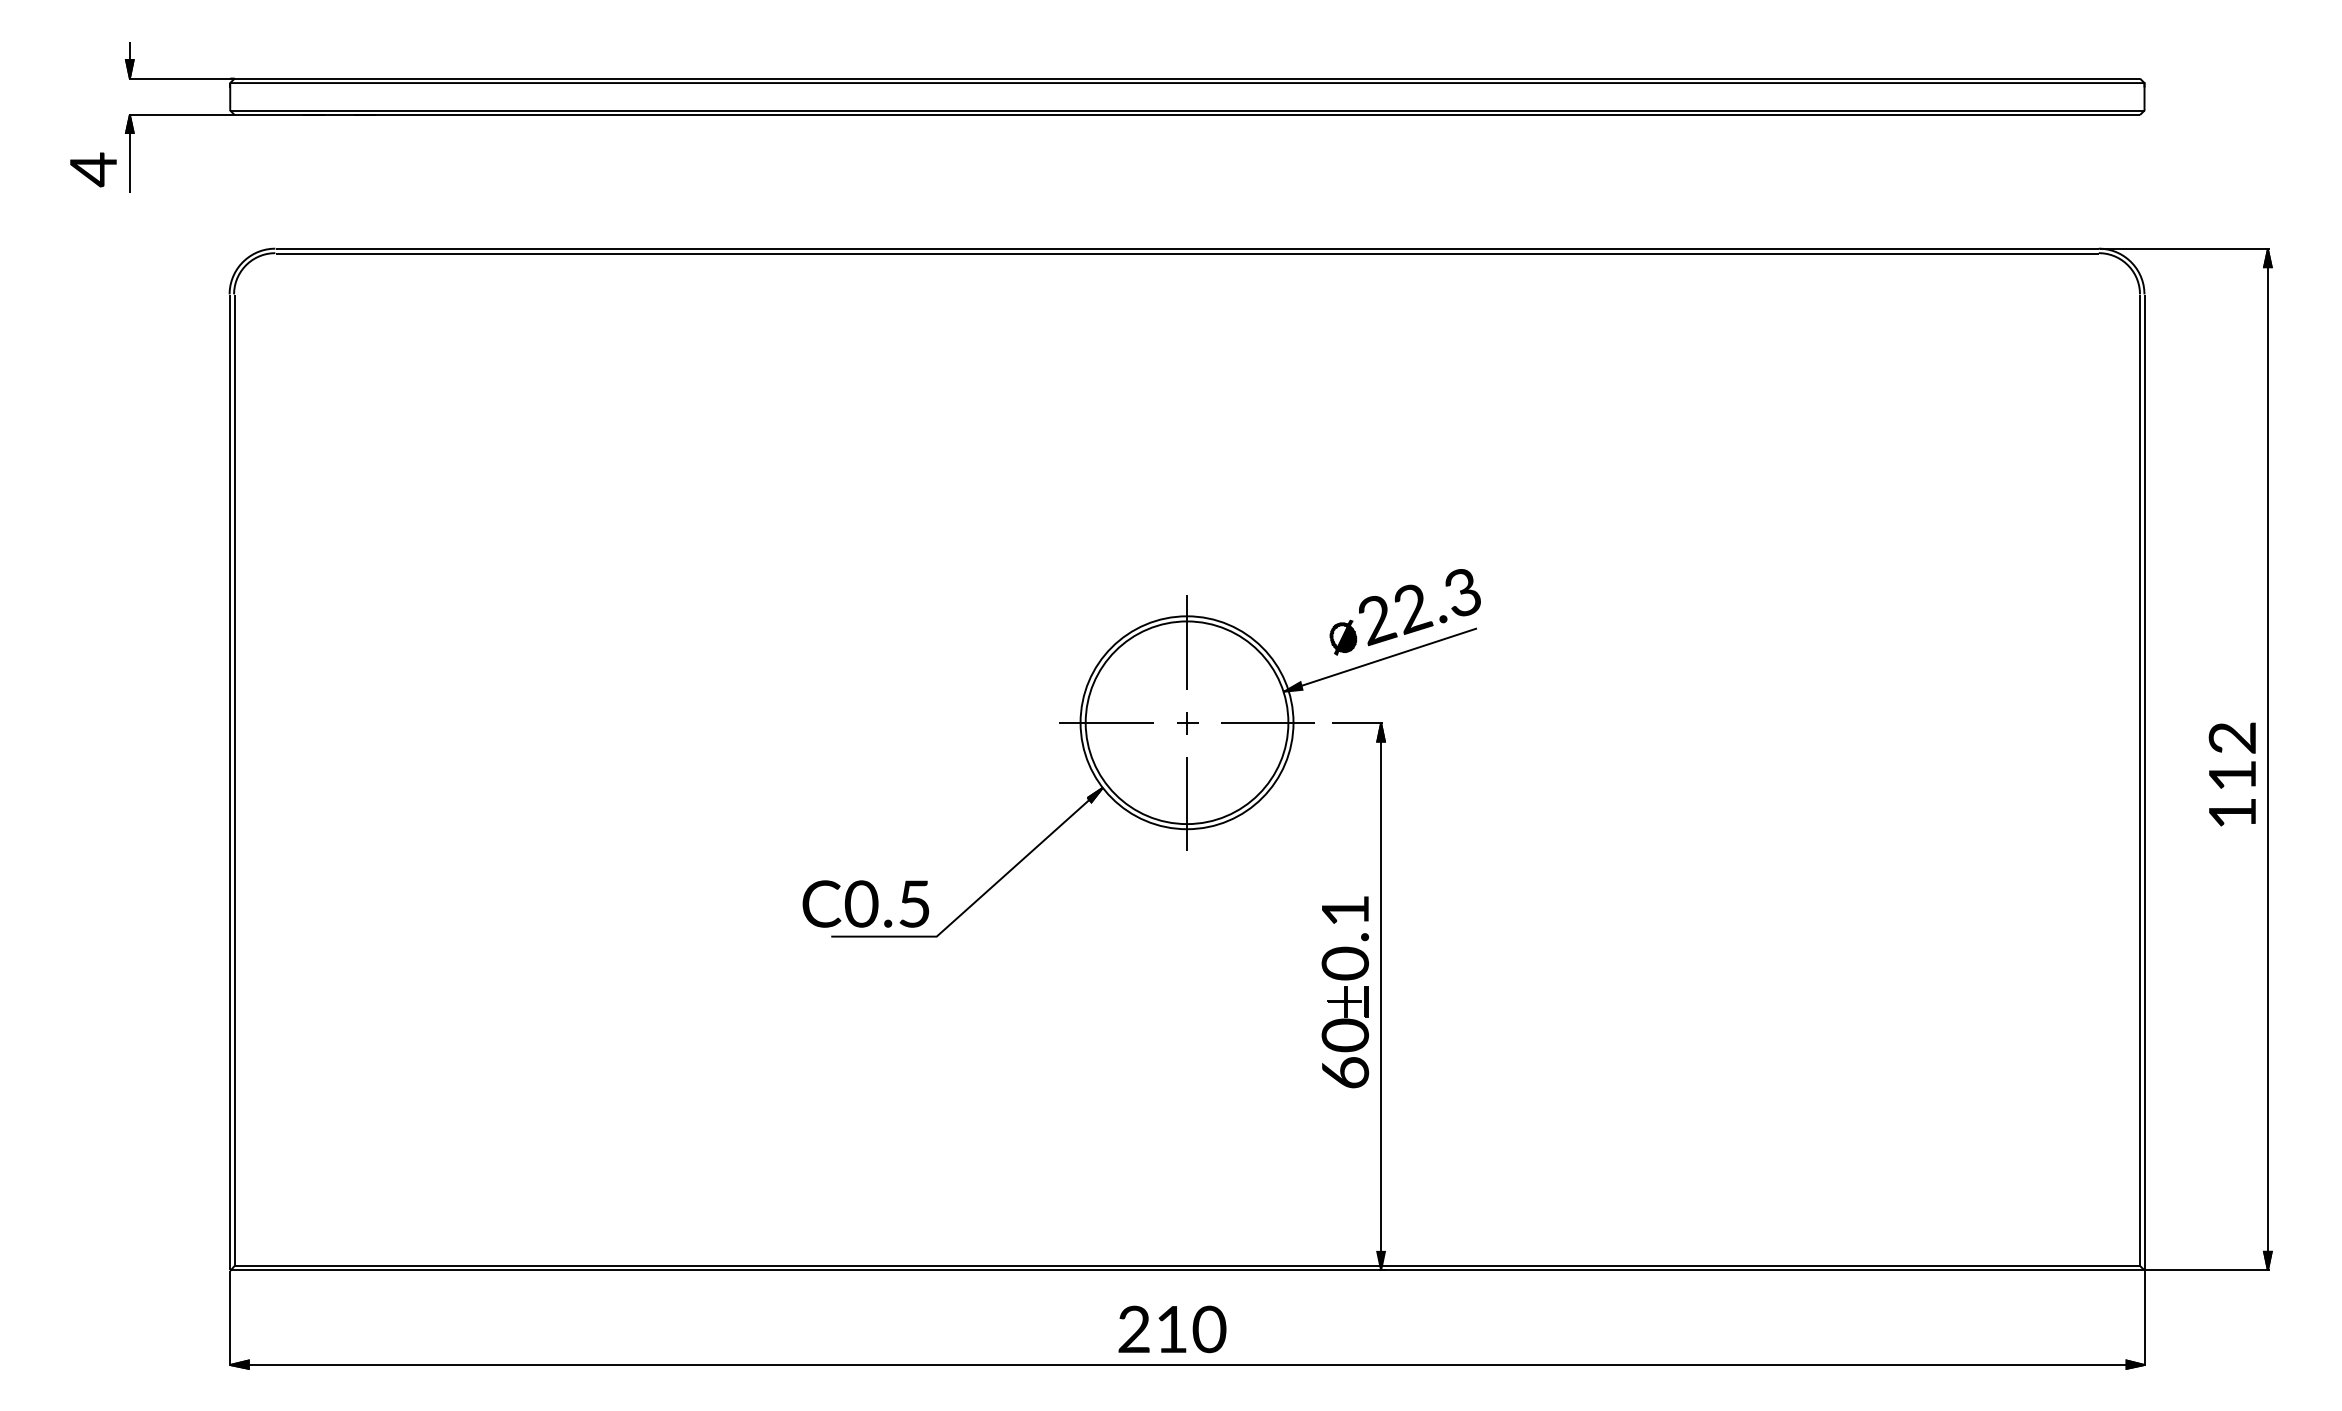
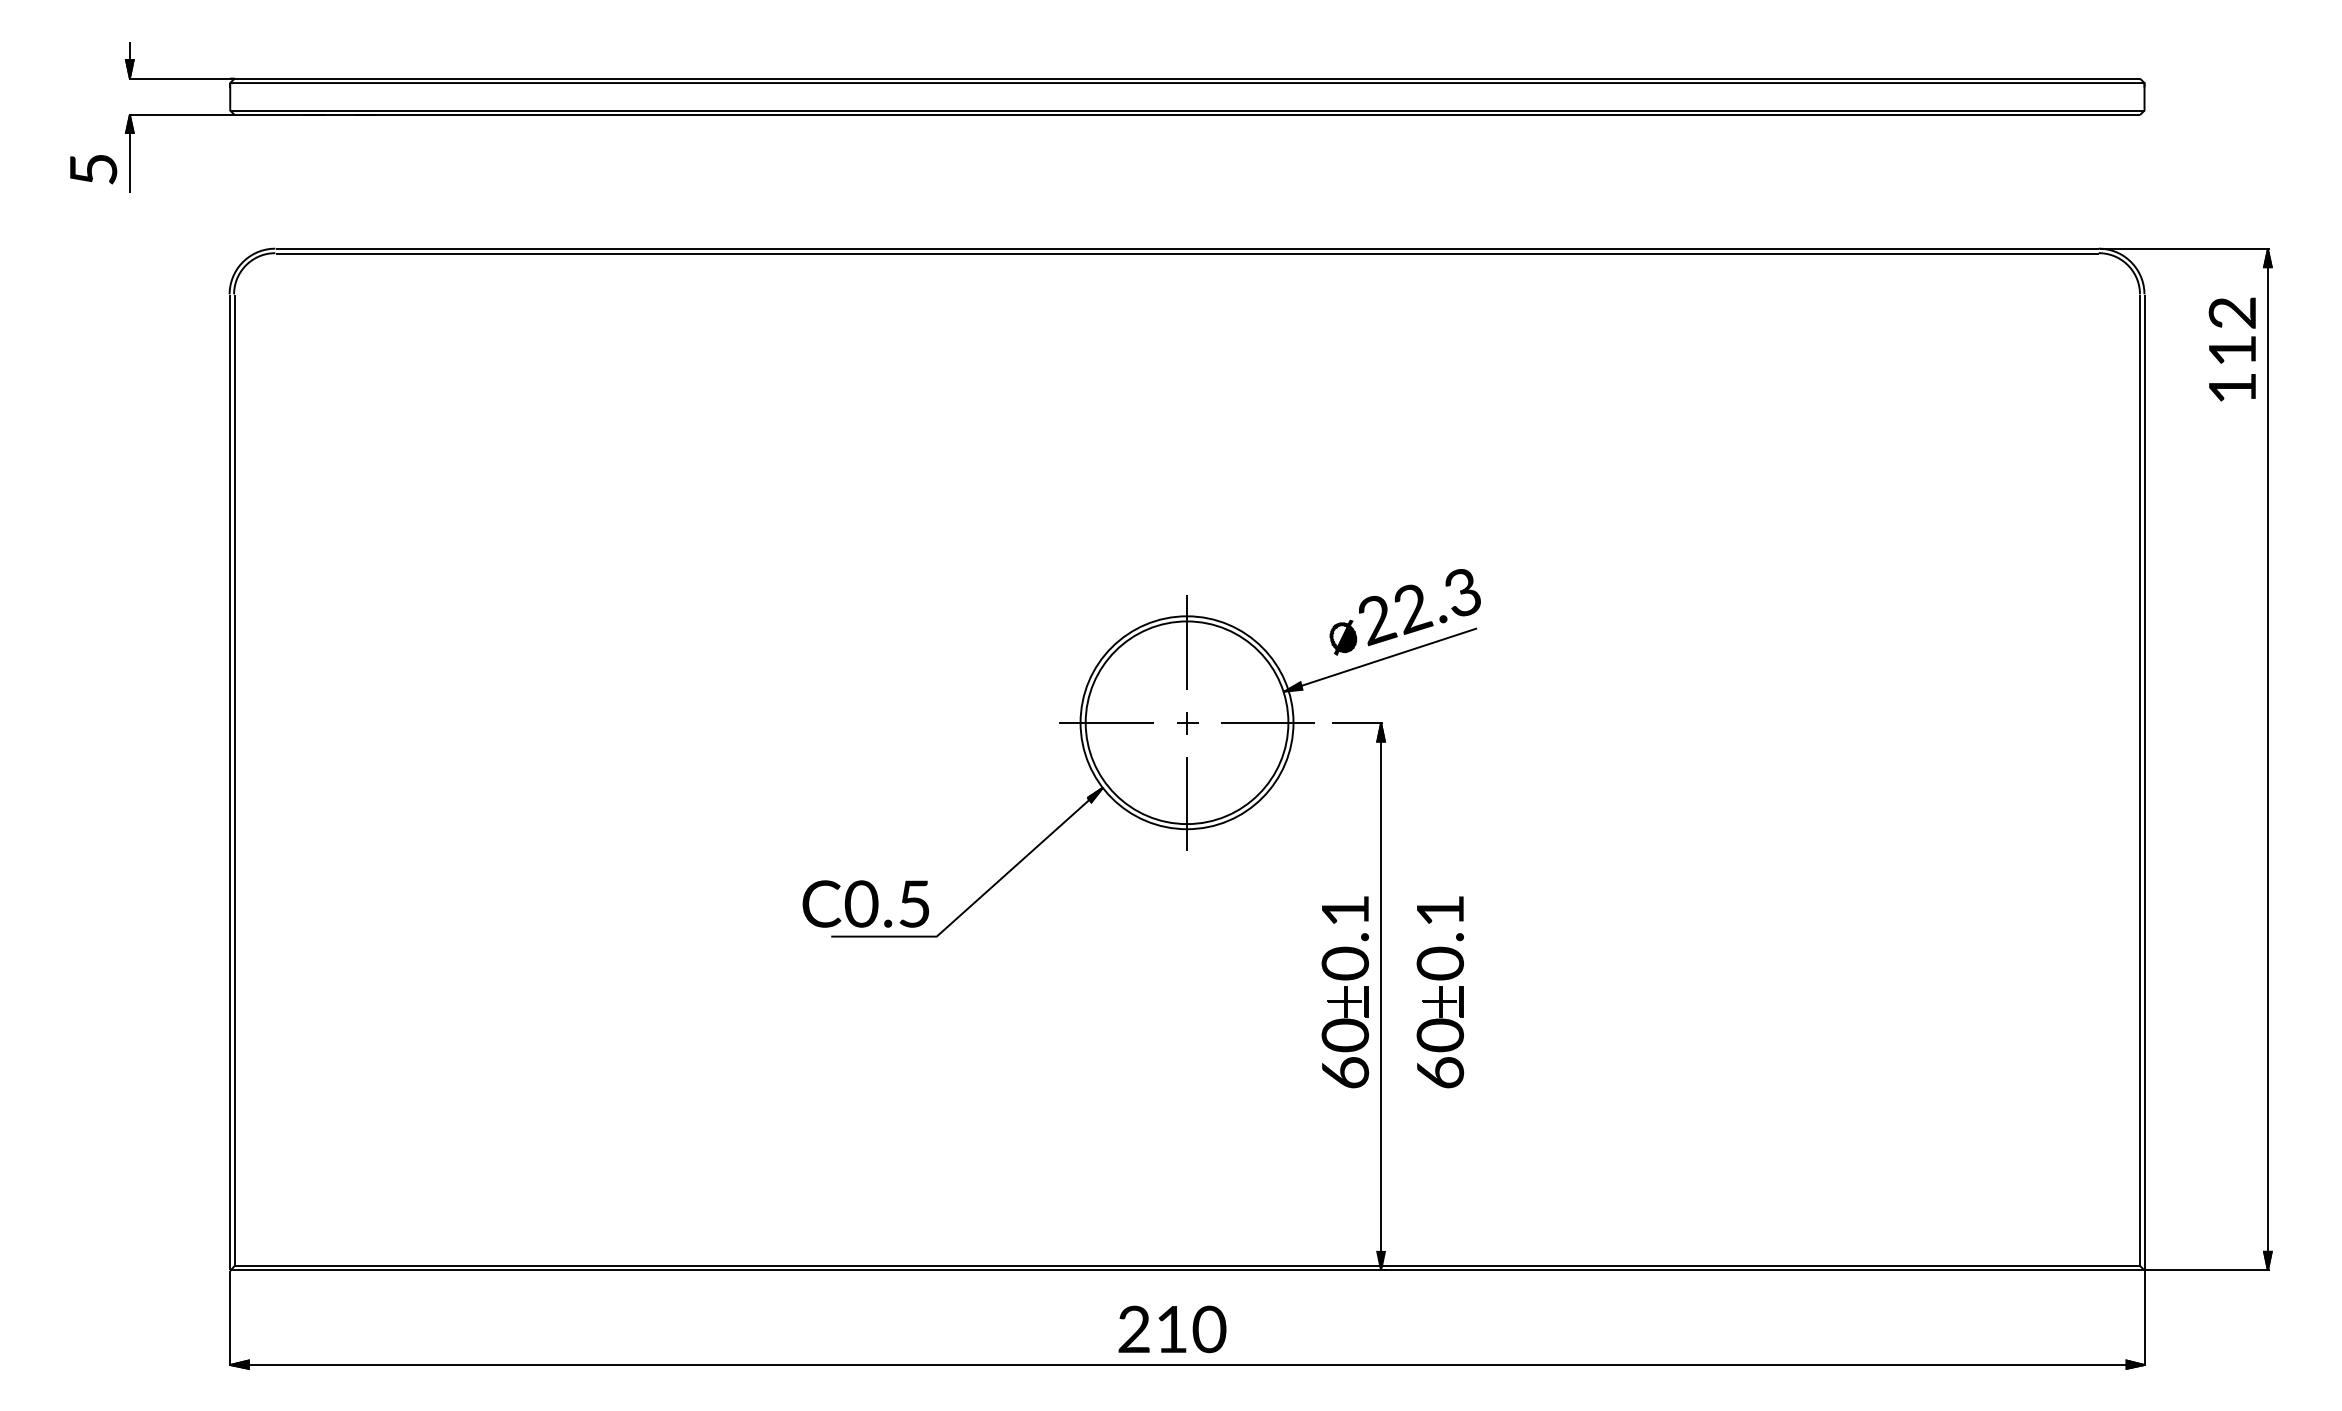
text at (93, 169): 4 -> 5
text at (2231, 774) position: (2231, 774) -> (2231, 349)
part at (1440, 992): none -> present
